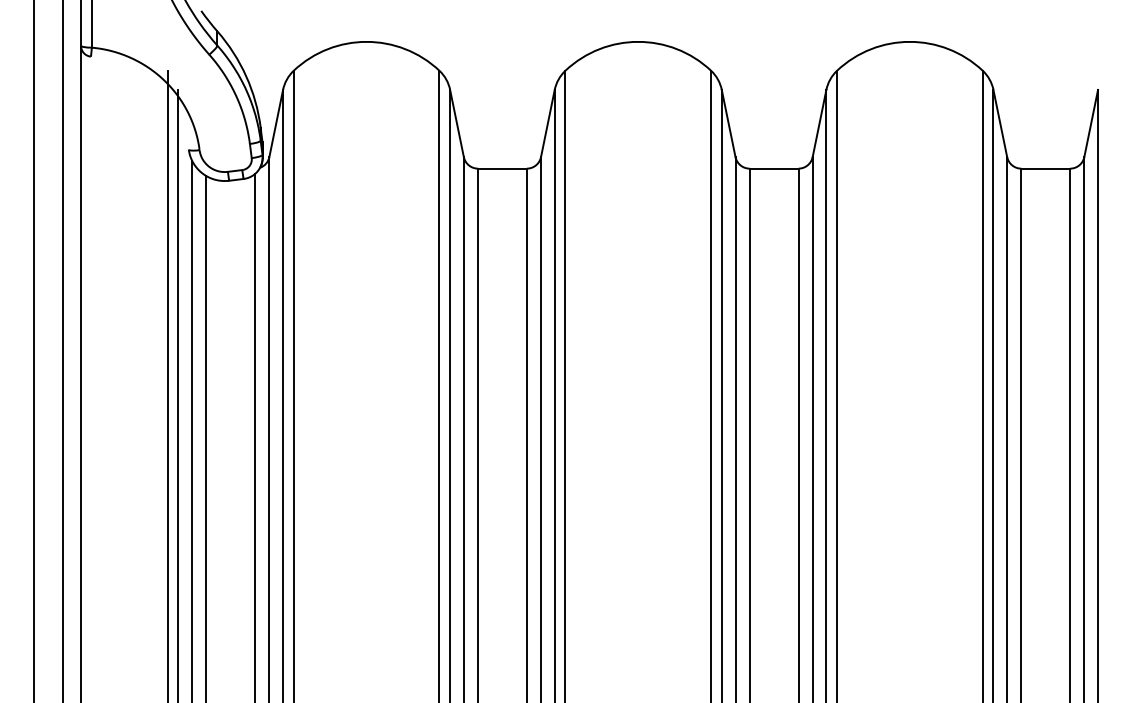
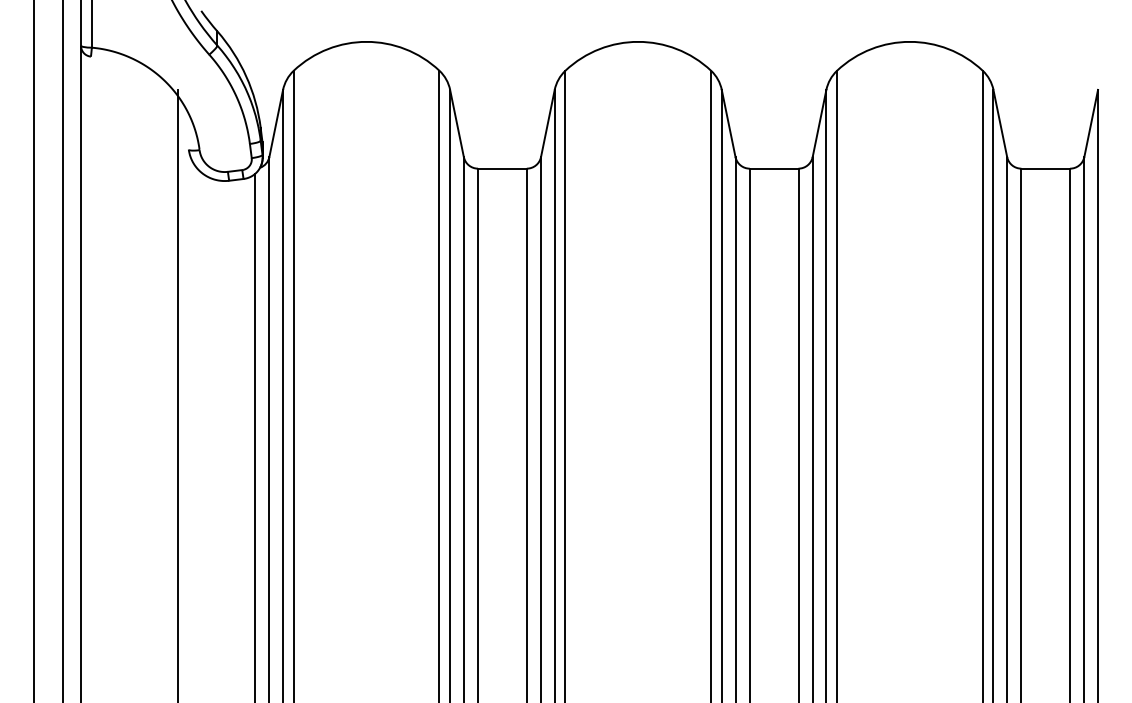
line at (167, 384): present -> none
line at (192, 429): present -> none
line at (206, 437): present -> none
